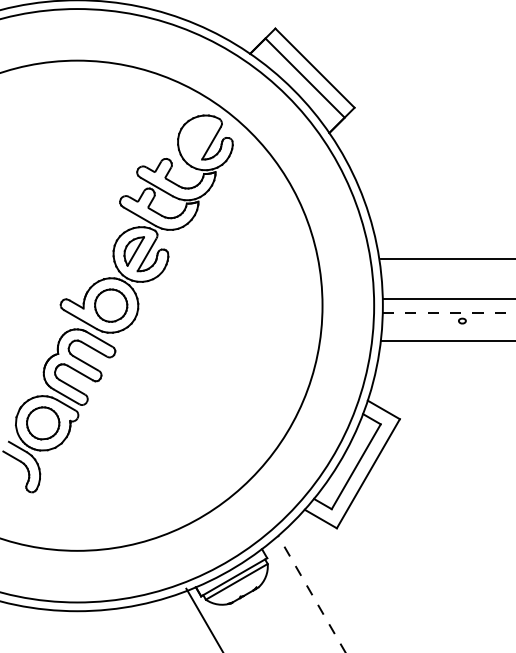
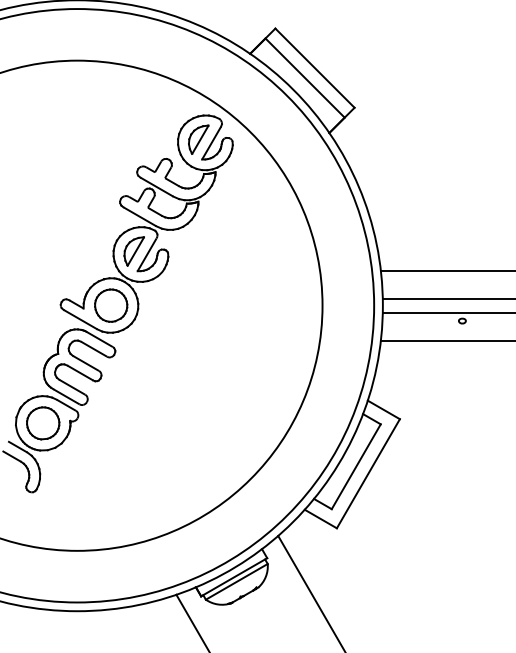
part at (198, 139): none -> present
line at (446, 258) position: (446, 258) -> (446, 270)
line at (449, 312): dashed -> solid
line at (311, 593): dashed -> solid
line at (203, 618) position: (203, 618) -> (191, 621)
